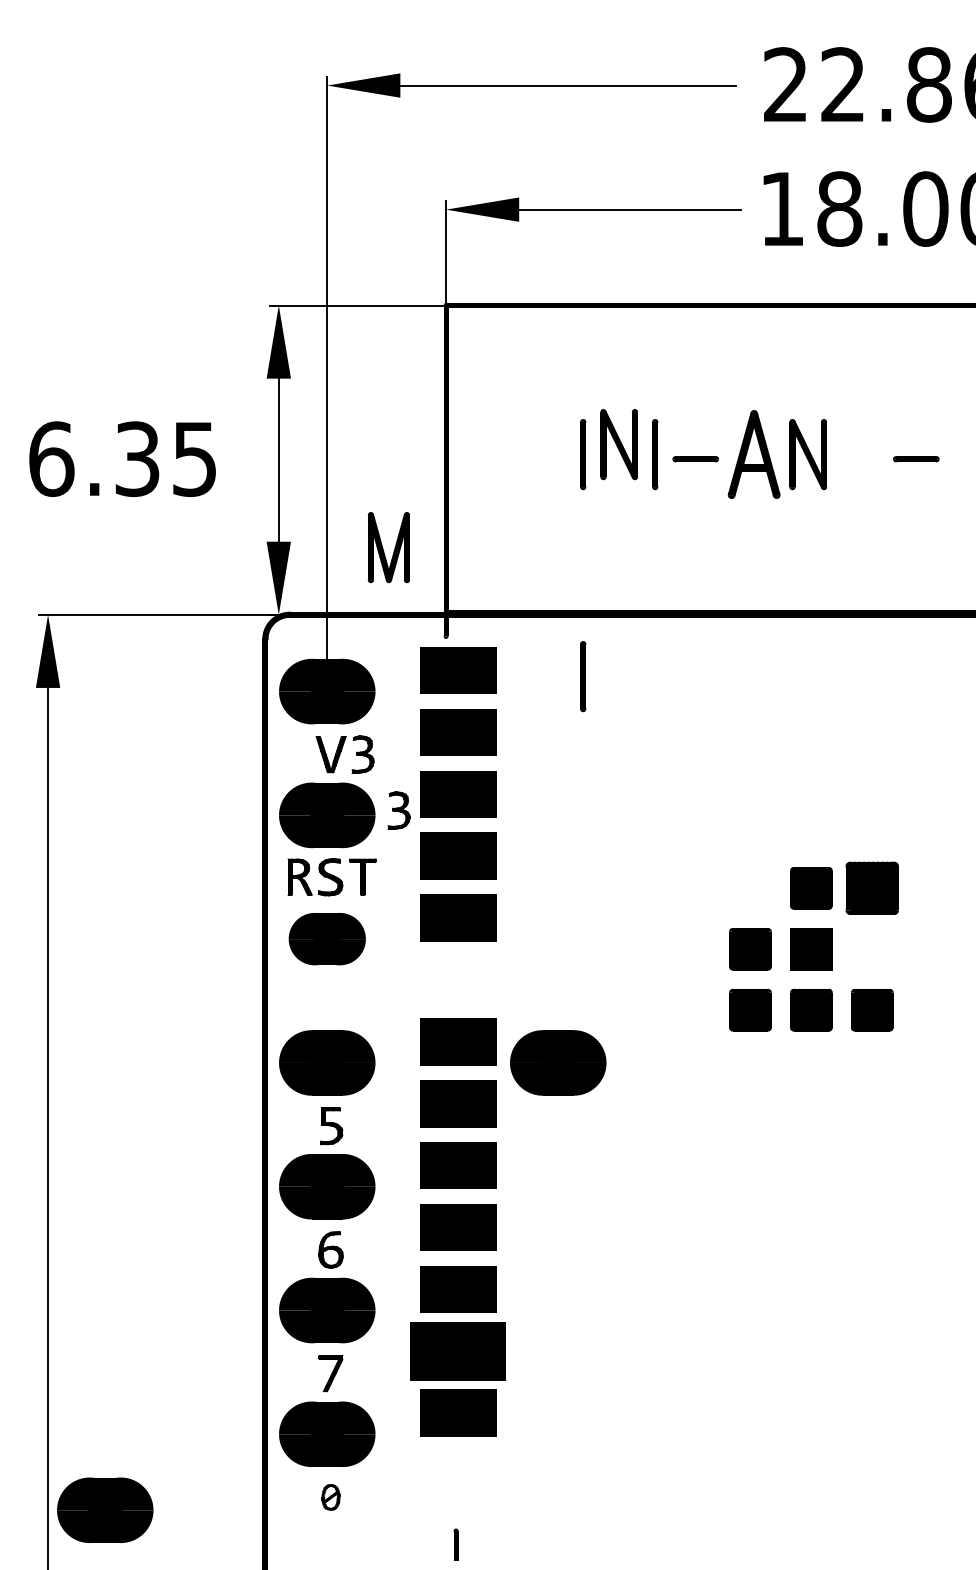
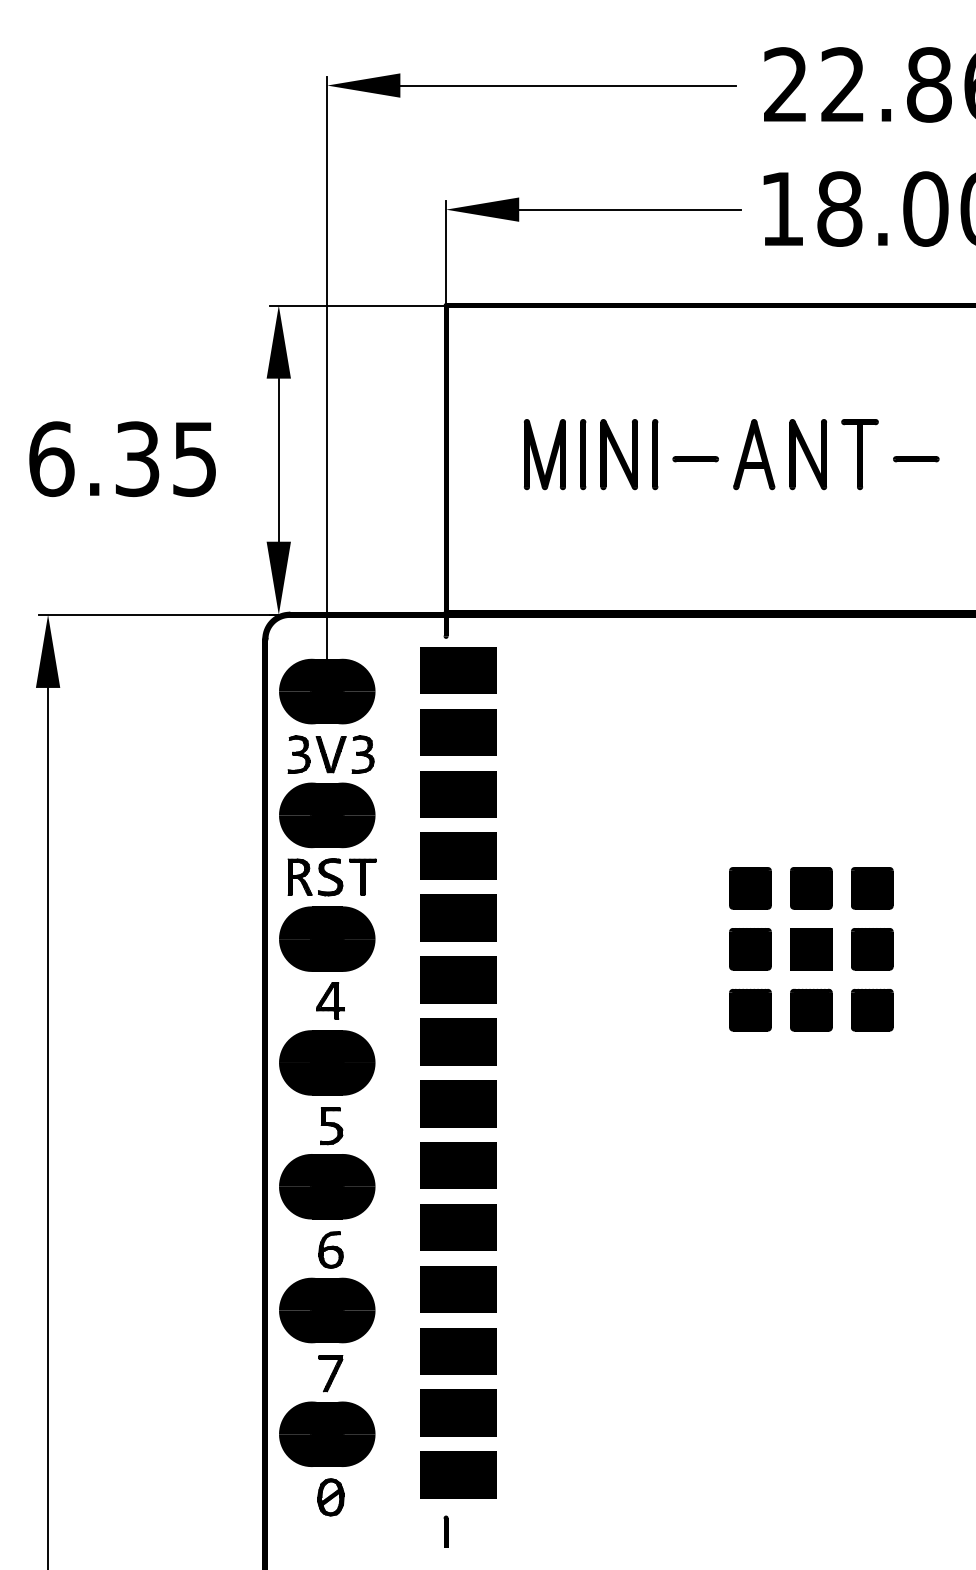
part at (618, 444) position: (618, 444) -> (618, 454)
part at (753, 454) size: 54x89 px -> 43x72 px
part at (859, 454): none -> present
part at (388, 547) position: (388, 547) -> (544, 454)
part at (583, 676): present -> none
part at (398, 810) position: (398, 810) -> (298, 754)
part at (871, 887) size: 54x54 px -> 43x43 px
part at (750, 888): none -> present
part at (326, 939) size: 78x53 px -> 97x66 px
part at (872, 949): none -> present
part at (458, 979): none -> present
part at (330, 1000): none -> present
part at (558, 1062): present -> none
part at (457, 1351) size: 96x59 px -> 77x47 px
part at (458, 1474): none -> present
part at (330, 1497) size: 20x27 px -> 28x39 px
part at (105, 1509): present -> none
part at (455, 1544) position: (455, 1544) -> (445, 1531)
